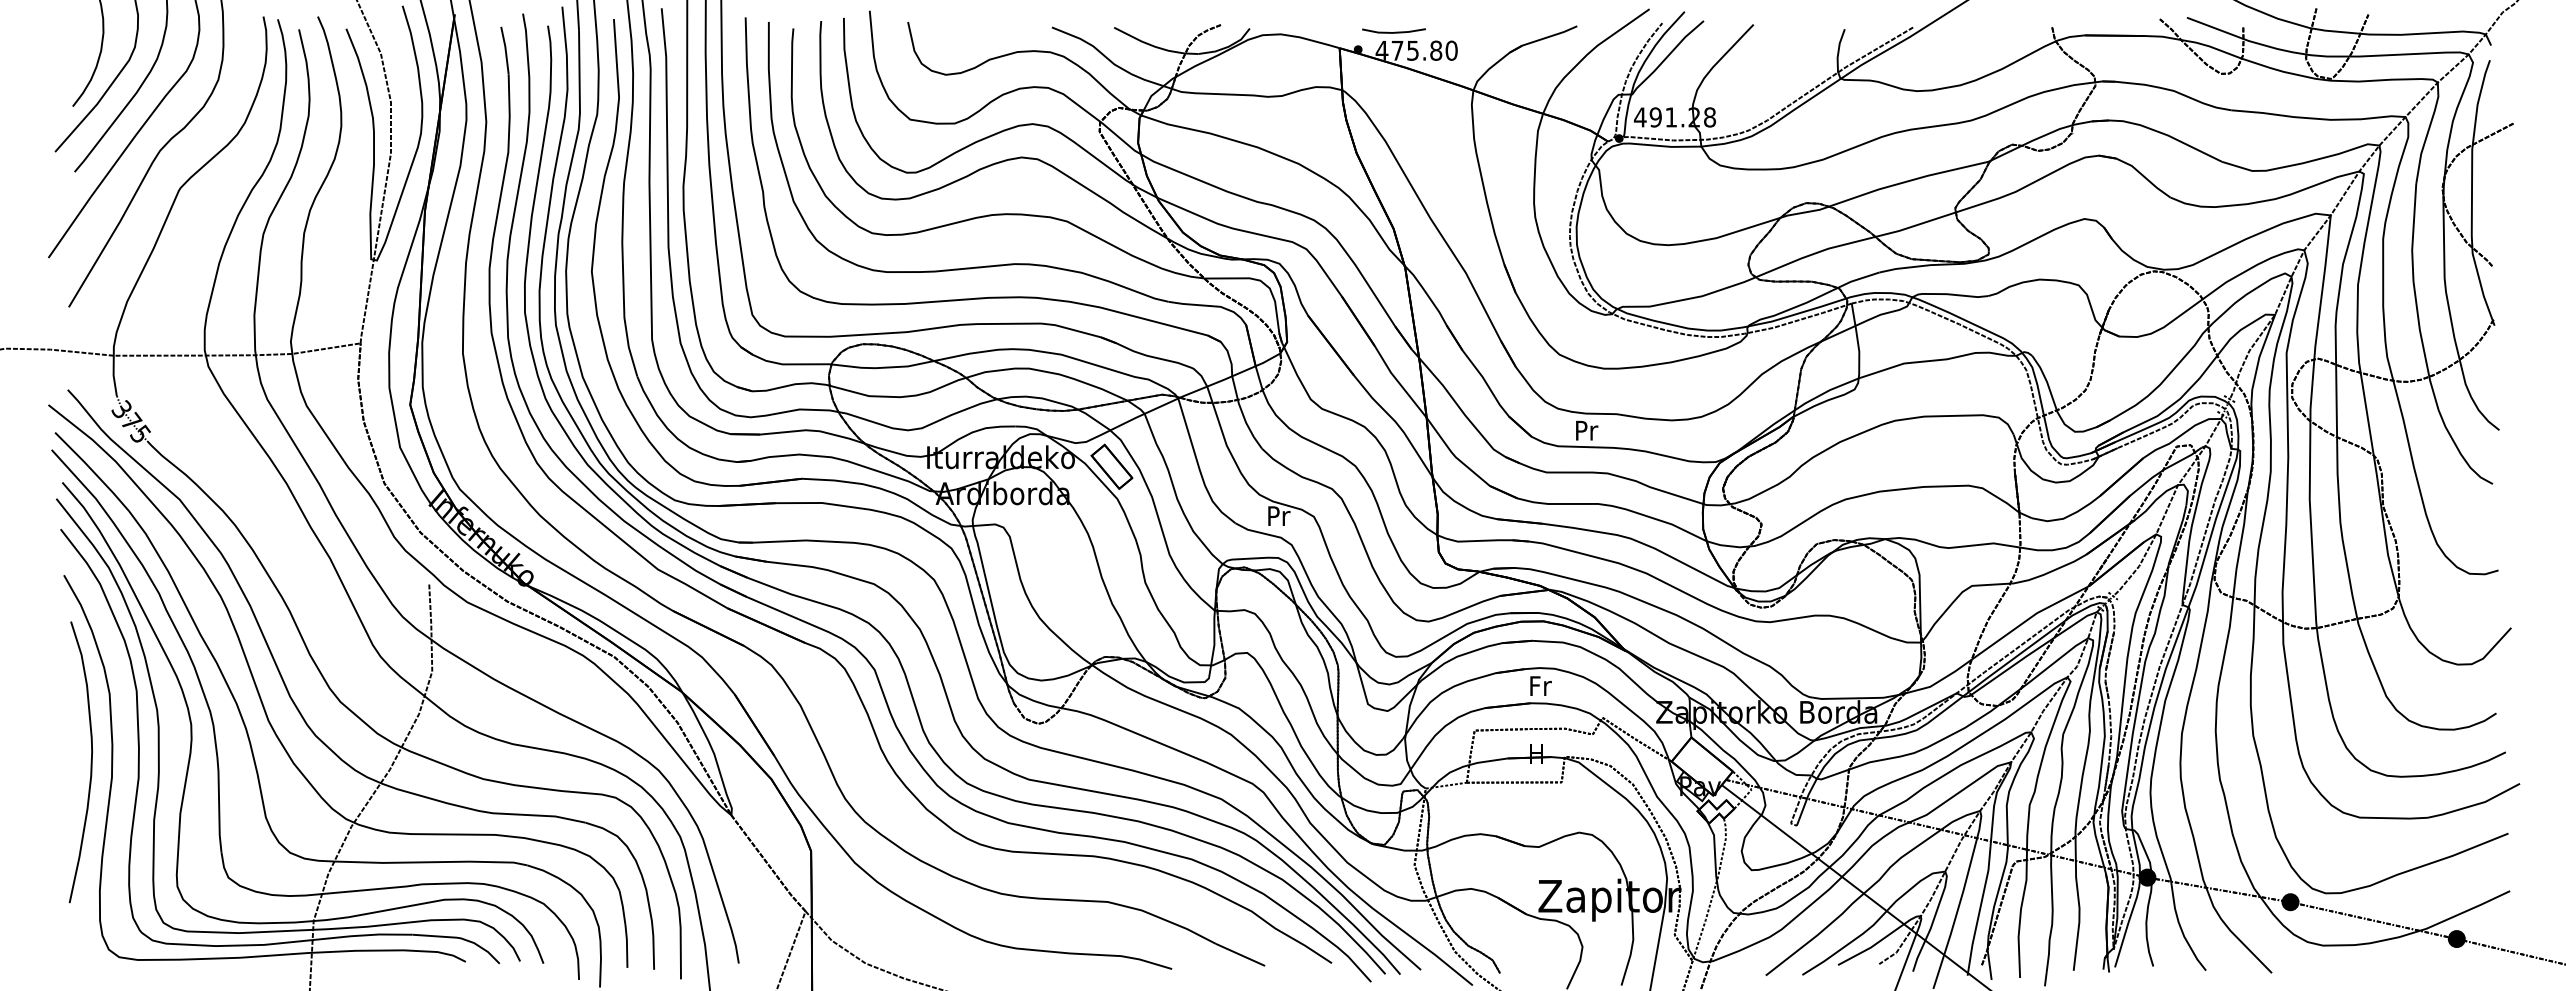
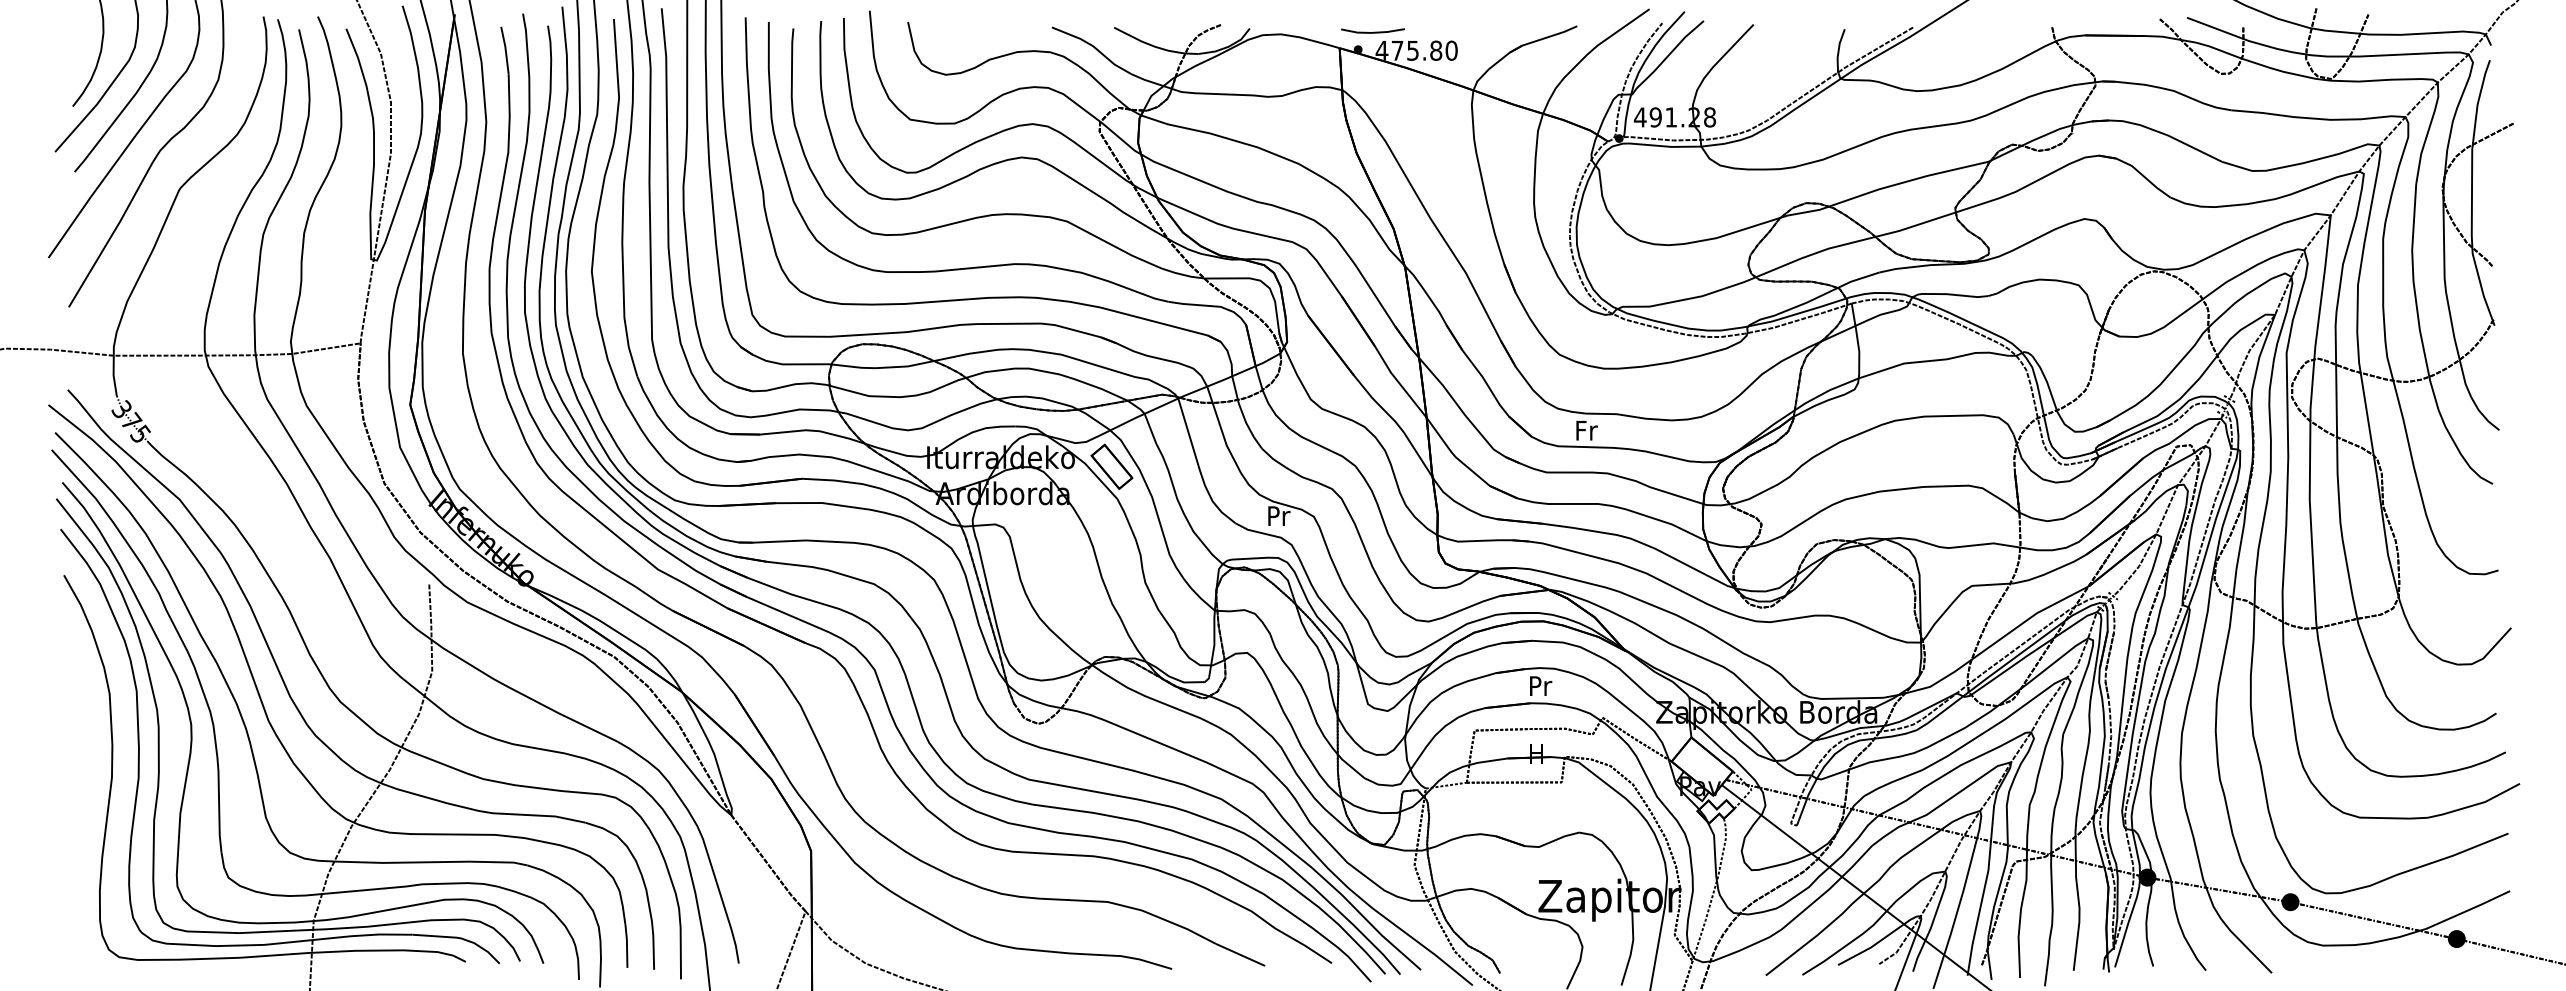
line at (1394, 31) position: (1394, 31) -> (1373, 31)
text at (1587, 430): Pr -> Fr
text at (1541, 685): Fr -> Pr
curve at (90, 762): present -> none
